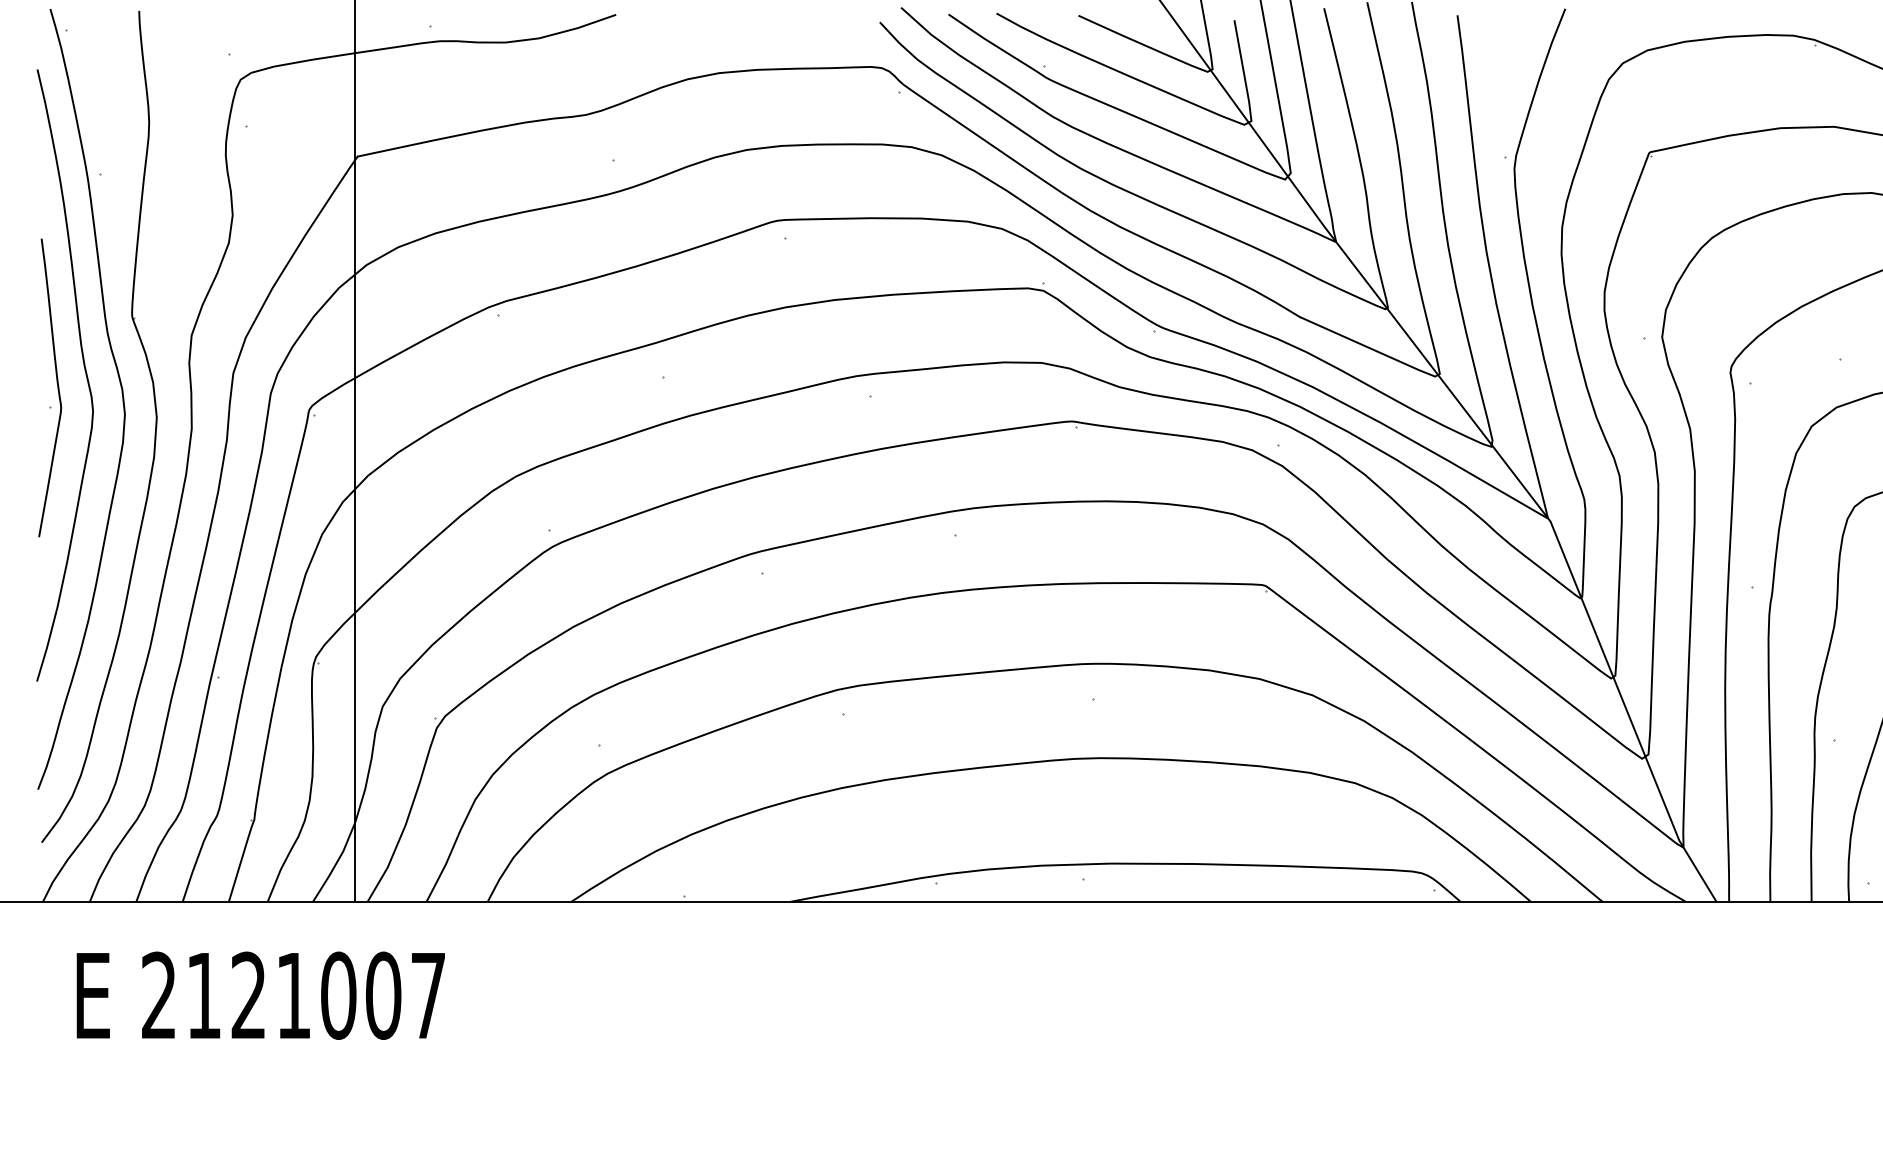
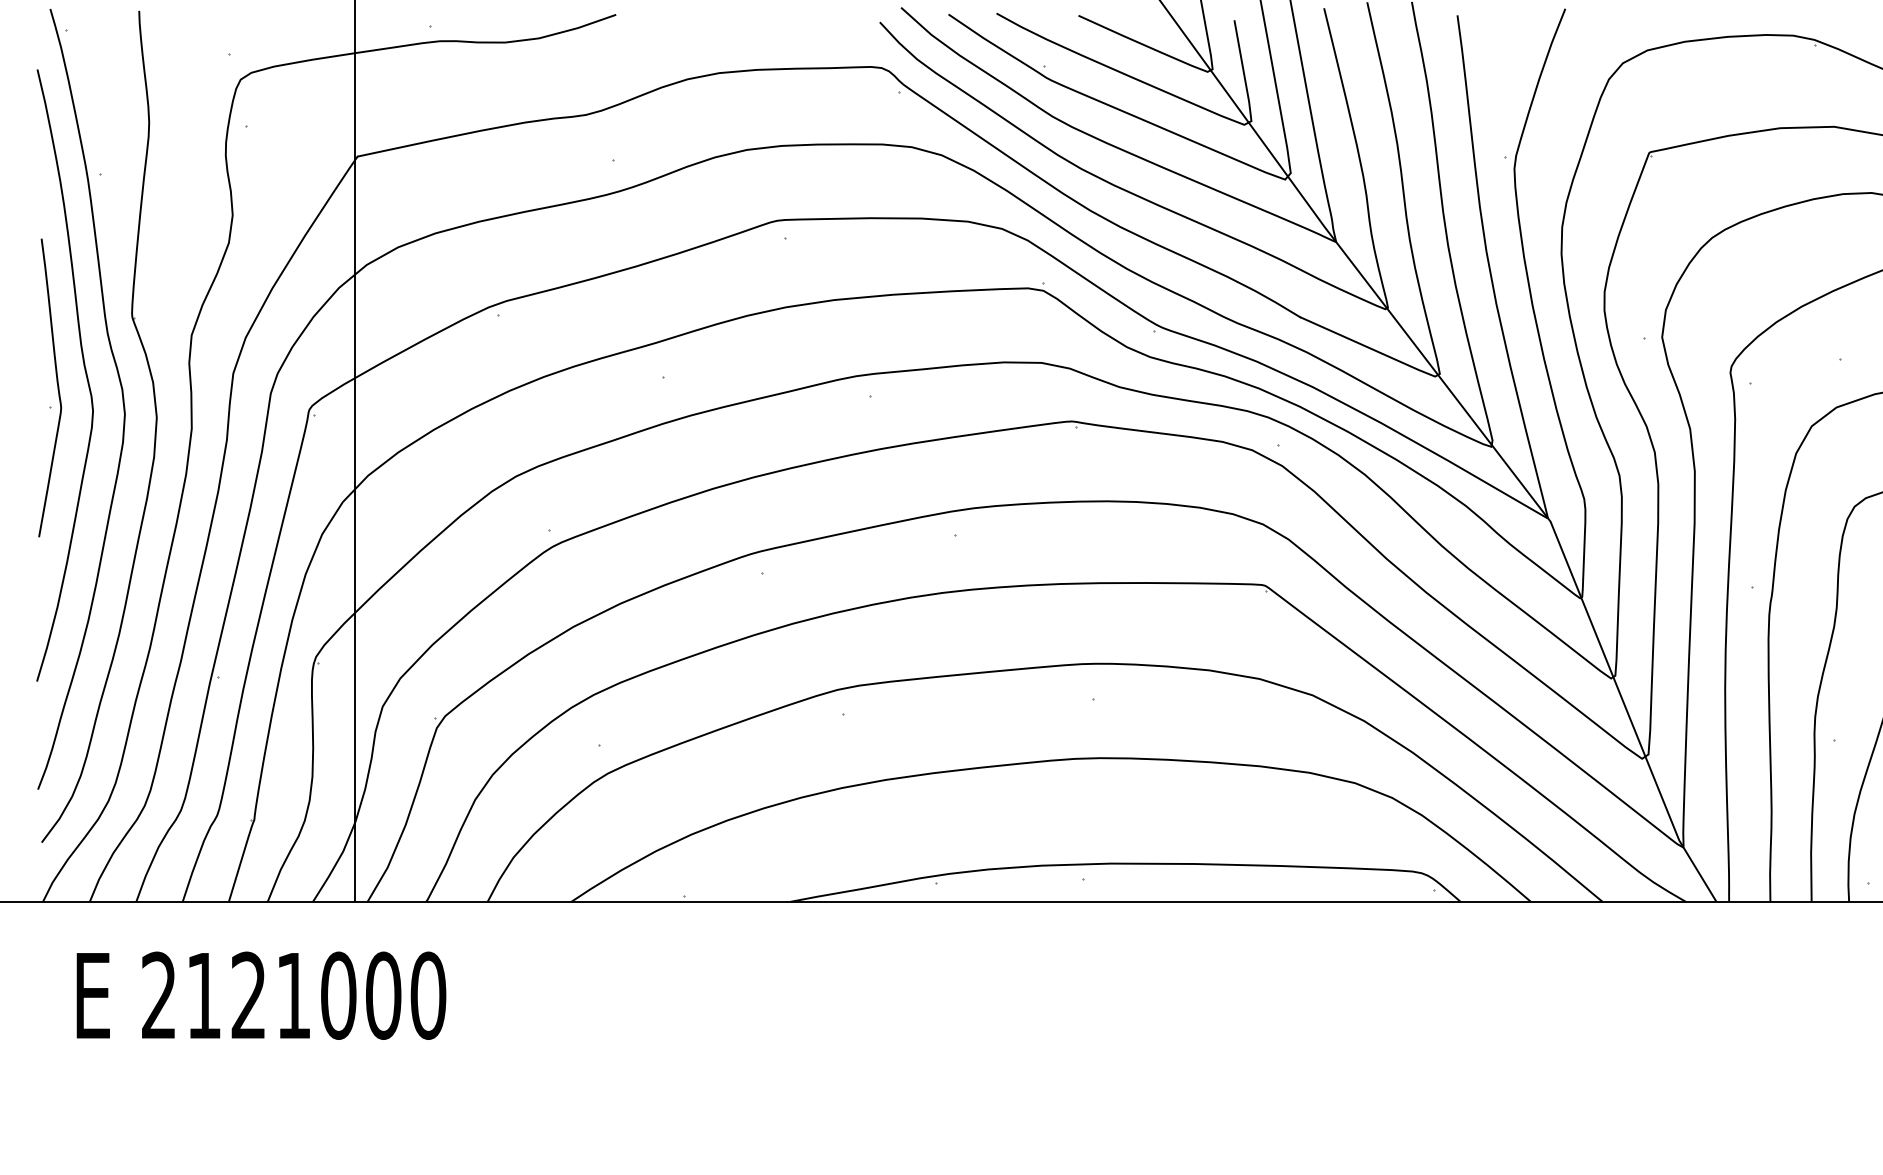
text at (428, 995): 2121007 -> 2121000
